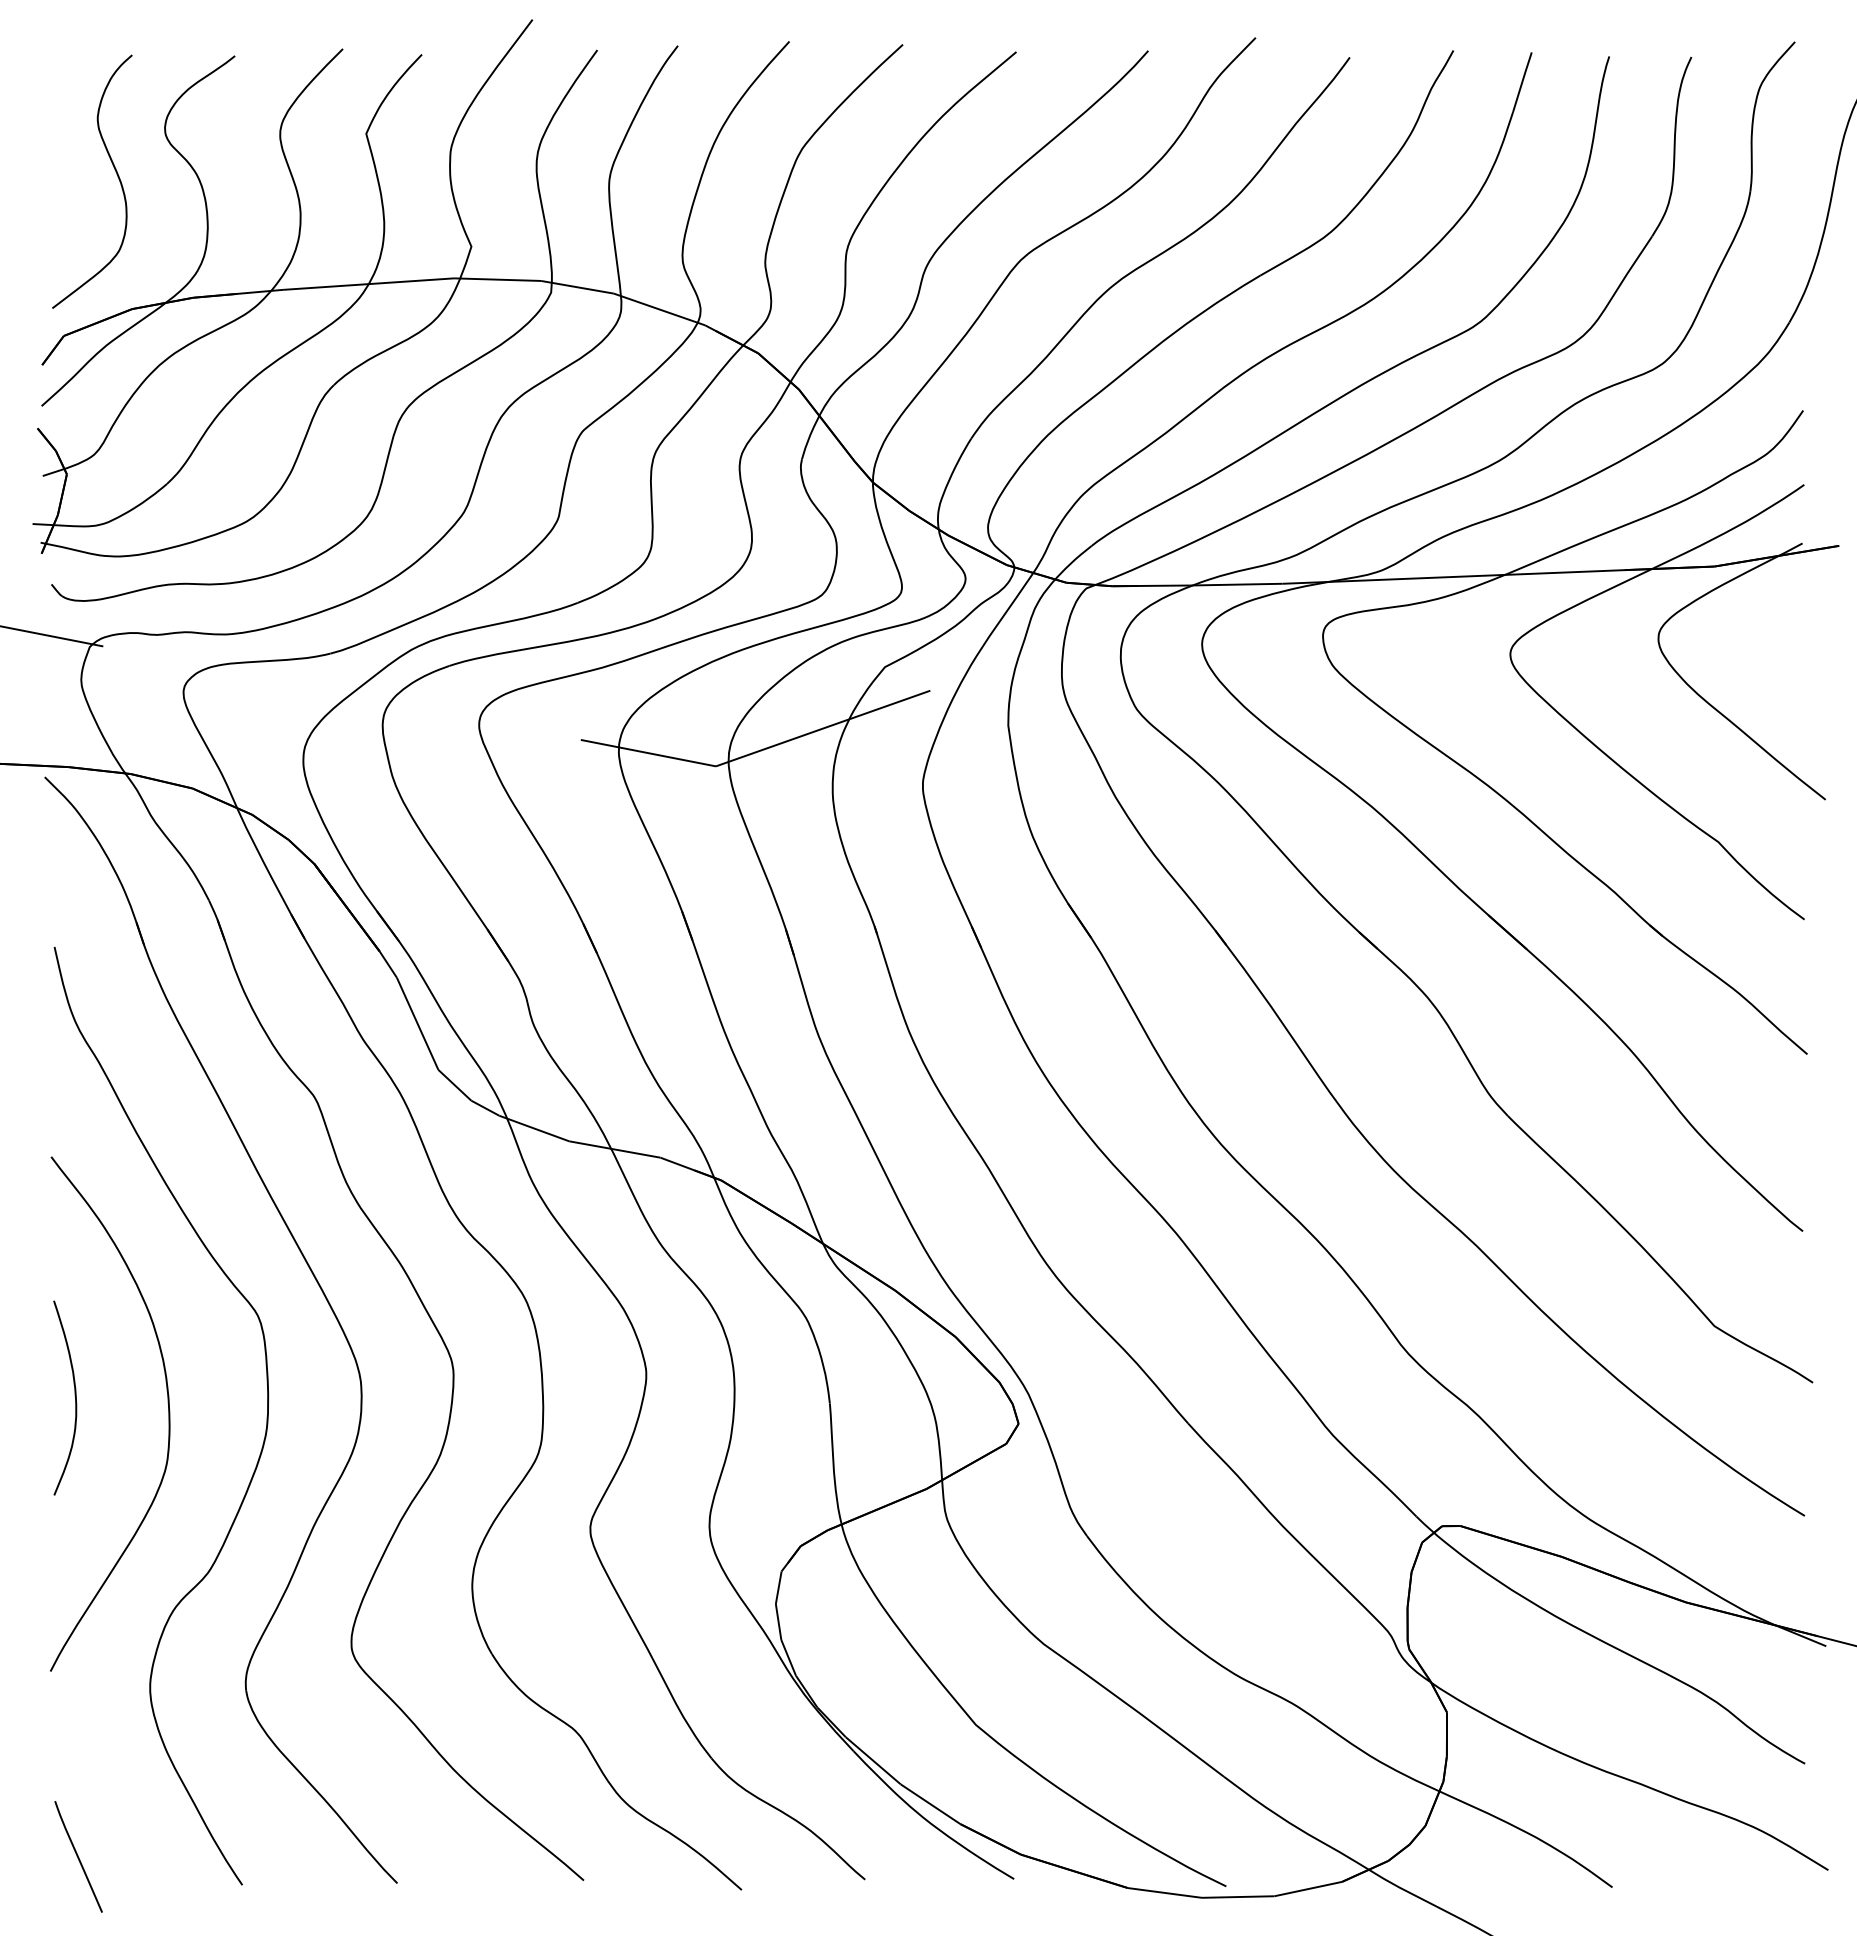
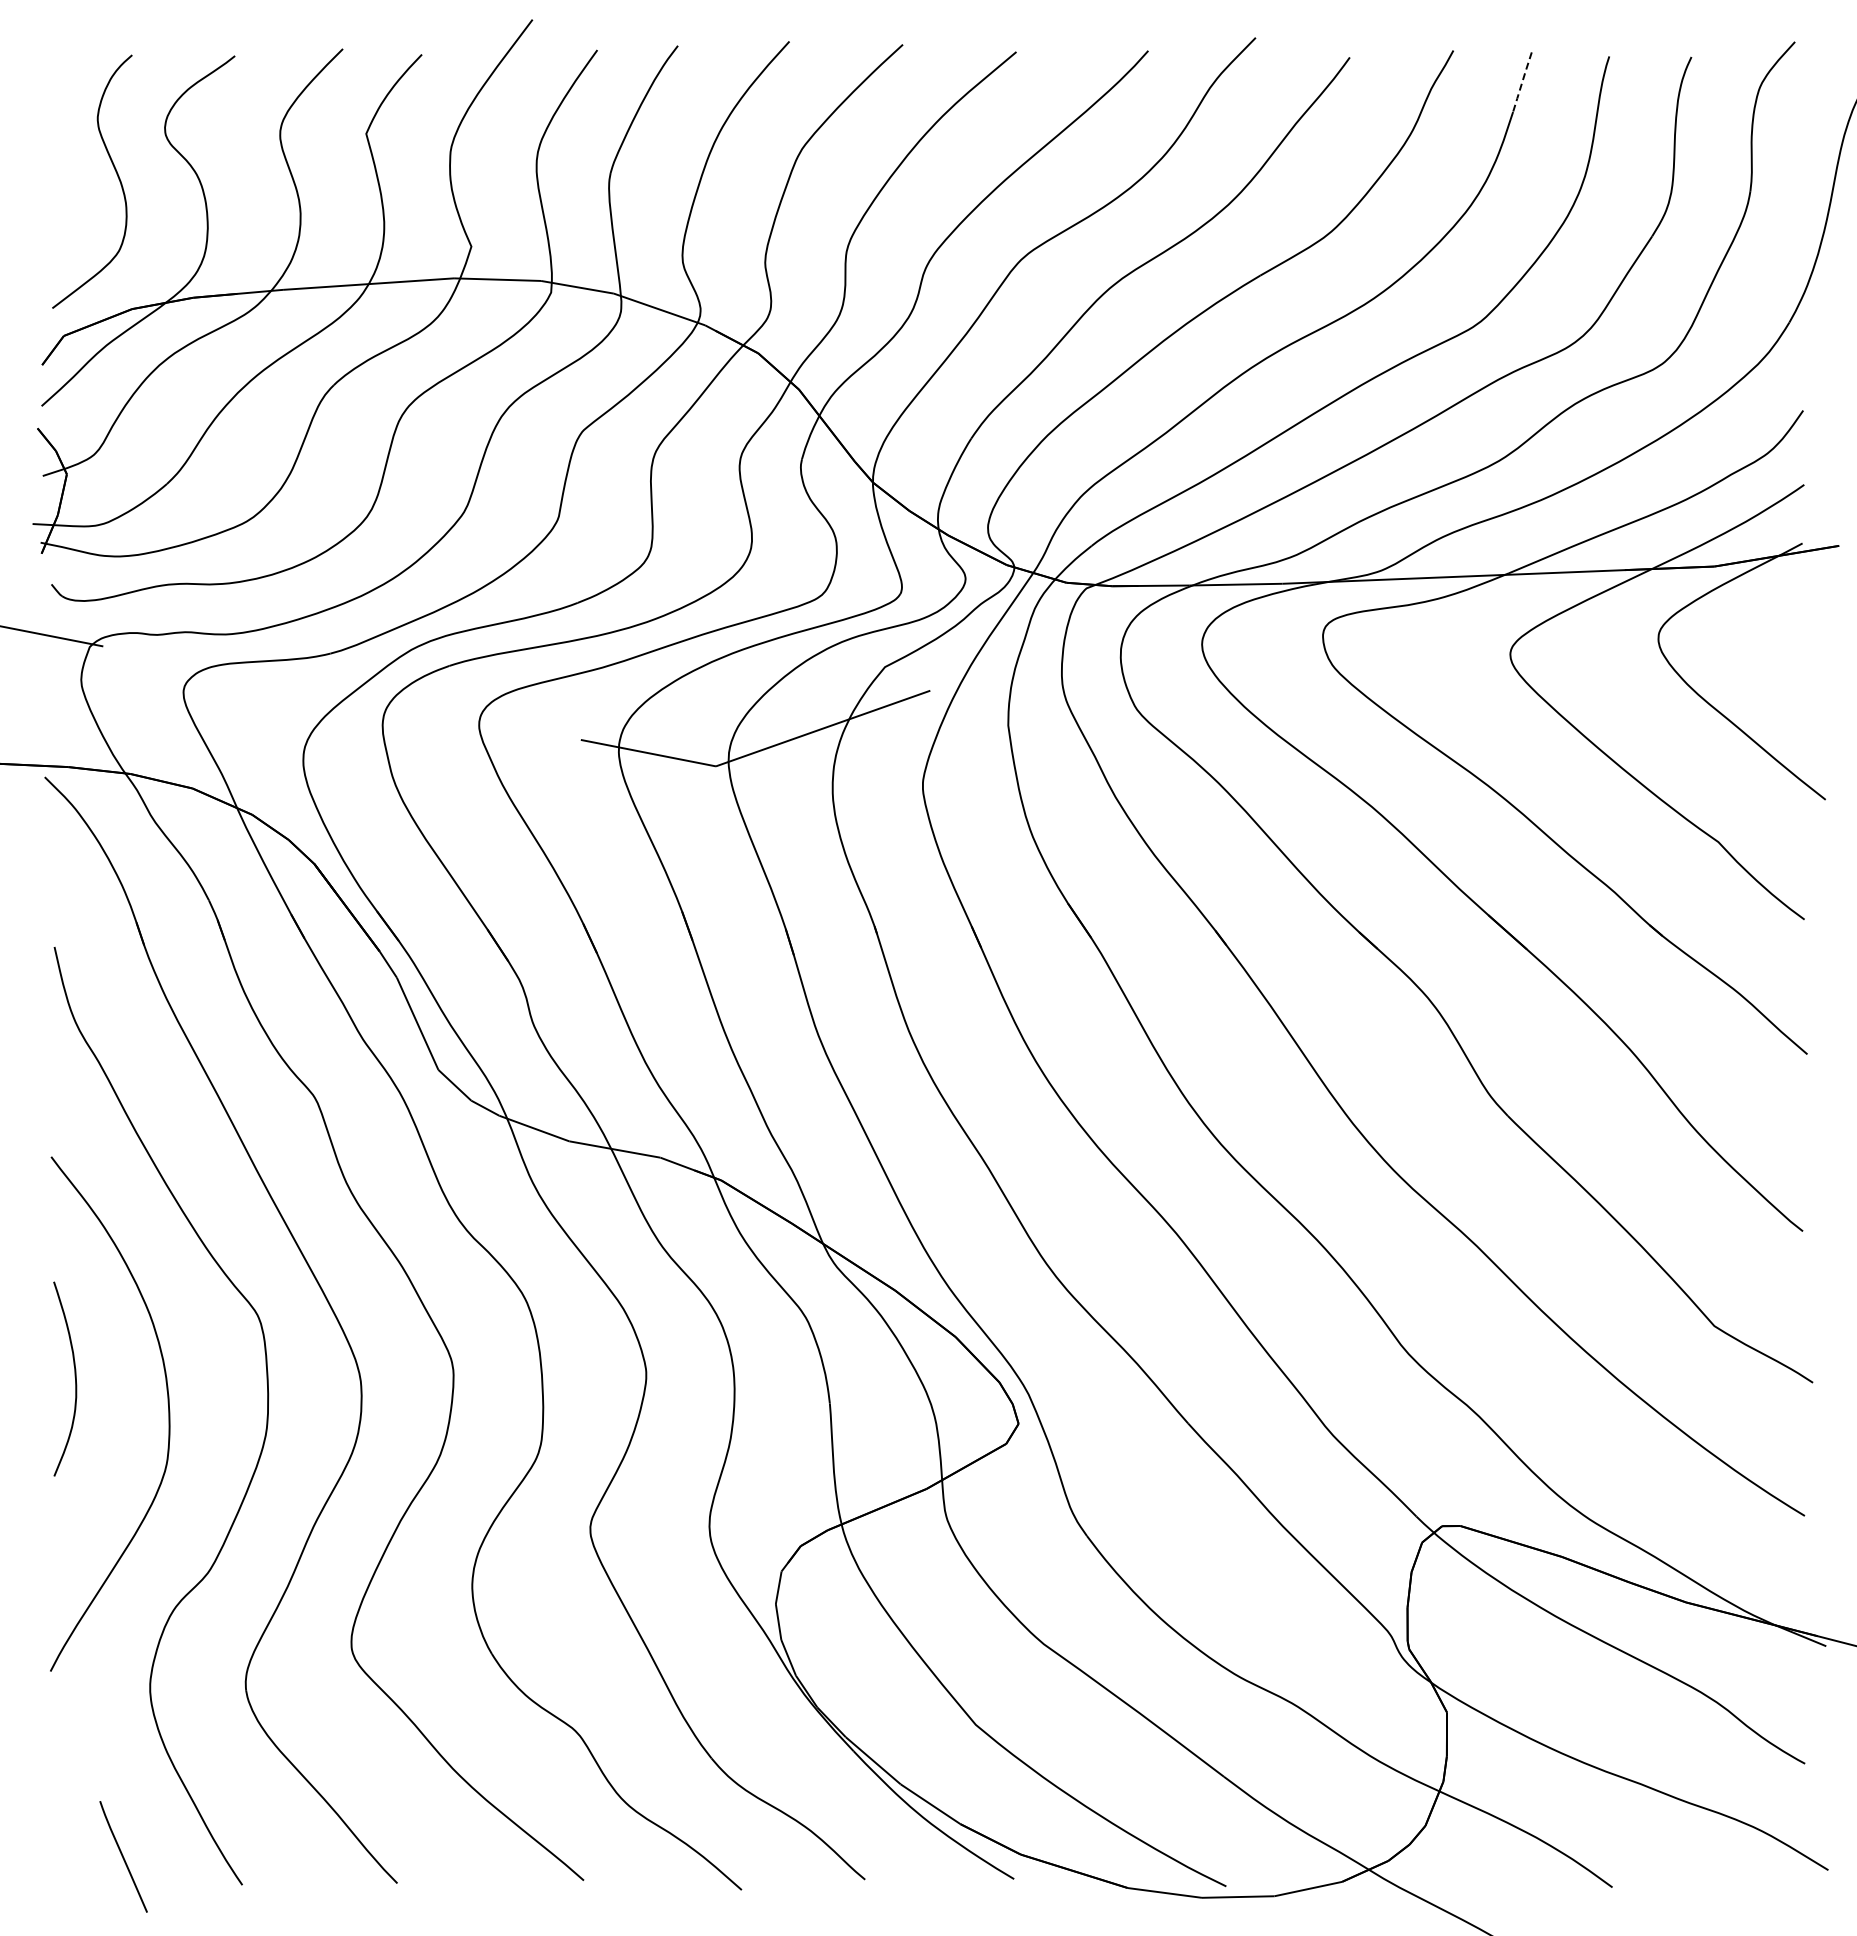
line at (1522, 82): solid -> dashed
curve at (74, 1396) position: (74, 1396) -> (74, 1377)
curve at (78, 1856) position: (78, 1856) -> (123, 1856)
